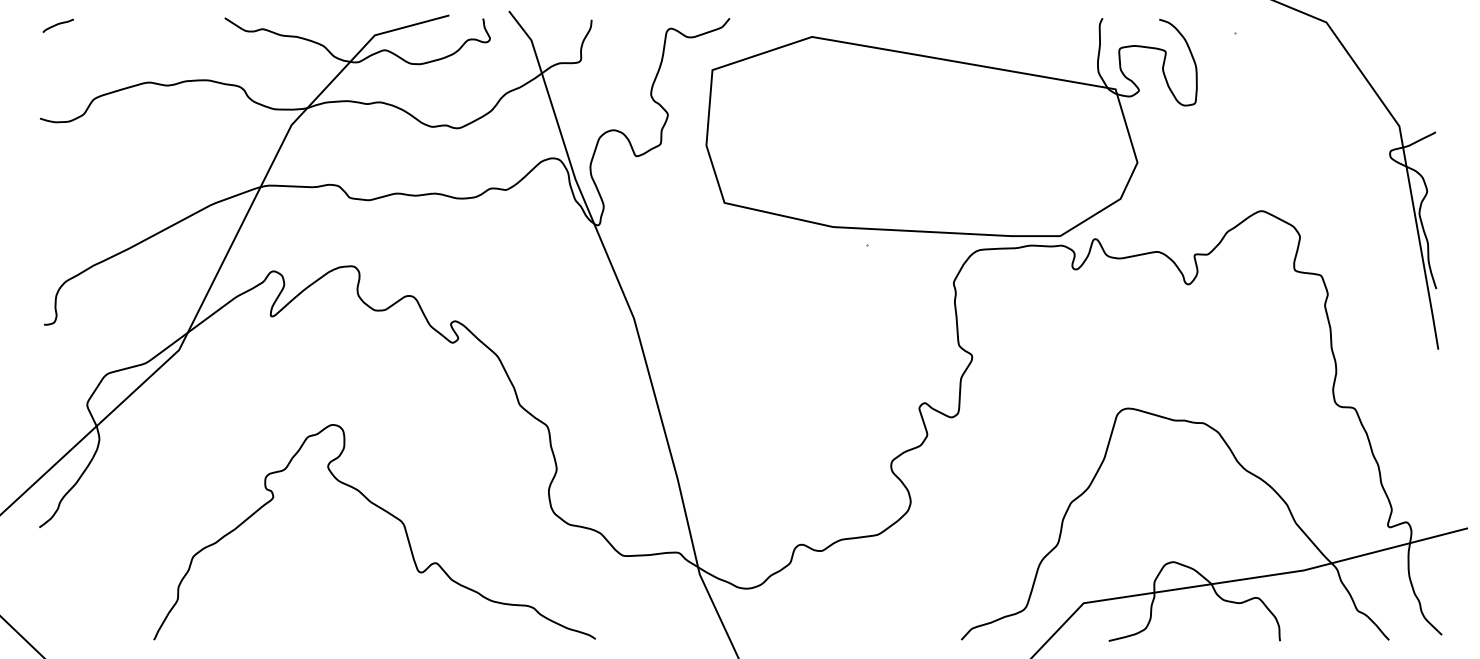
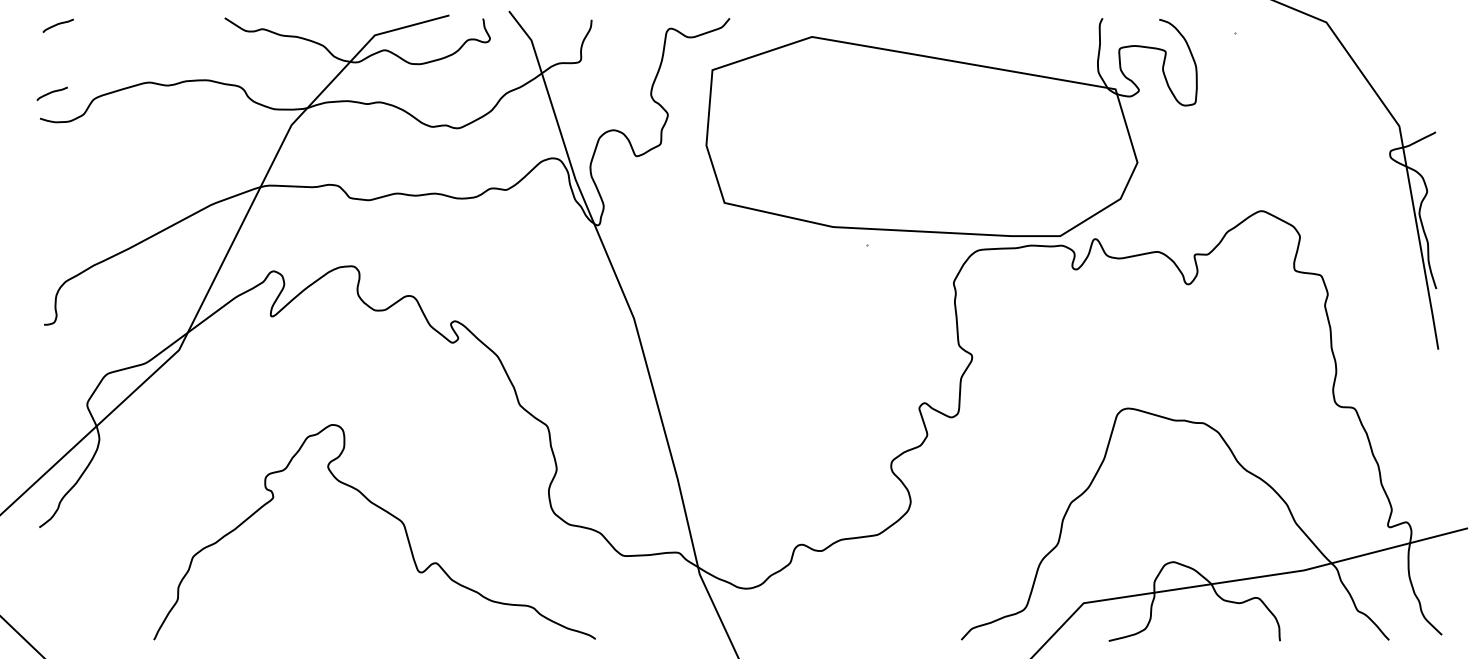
curve at (51, 93): none -> present
